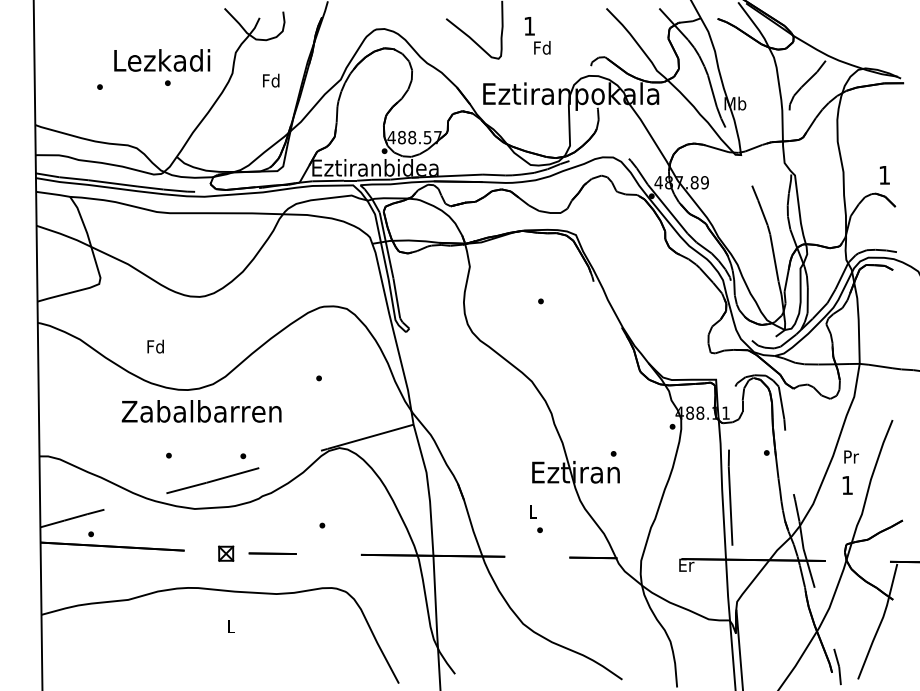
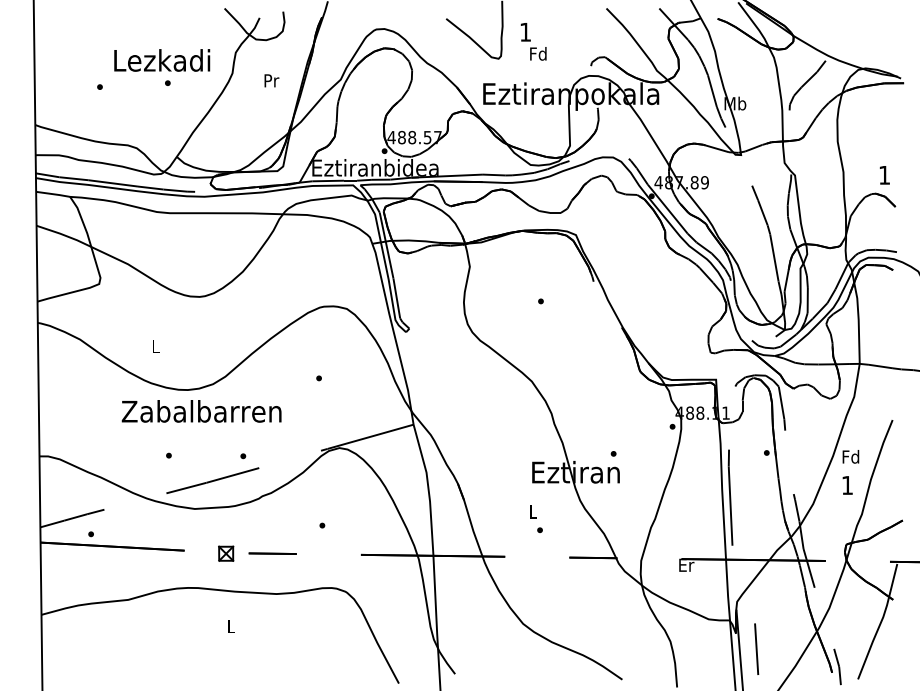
text at (537, 35) position: (537, 35) -> (533, 41)
text at (271, 80): Fd -> Pr
text at (155, 346): Fd -> L
text at (850, 456): Pr -> Fd
line at (756, 648): none -> present
